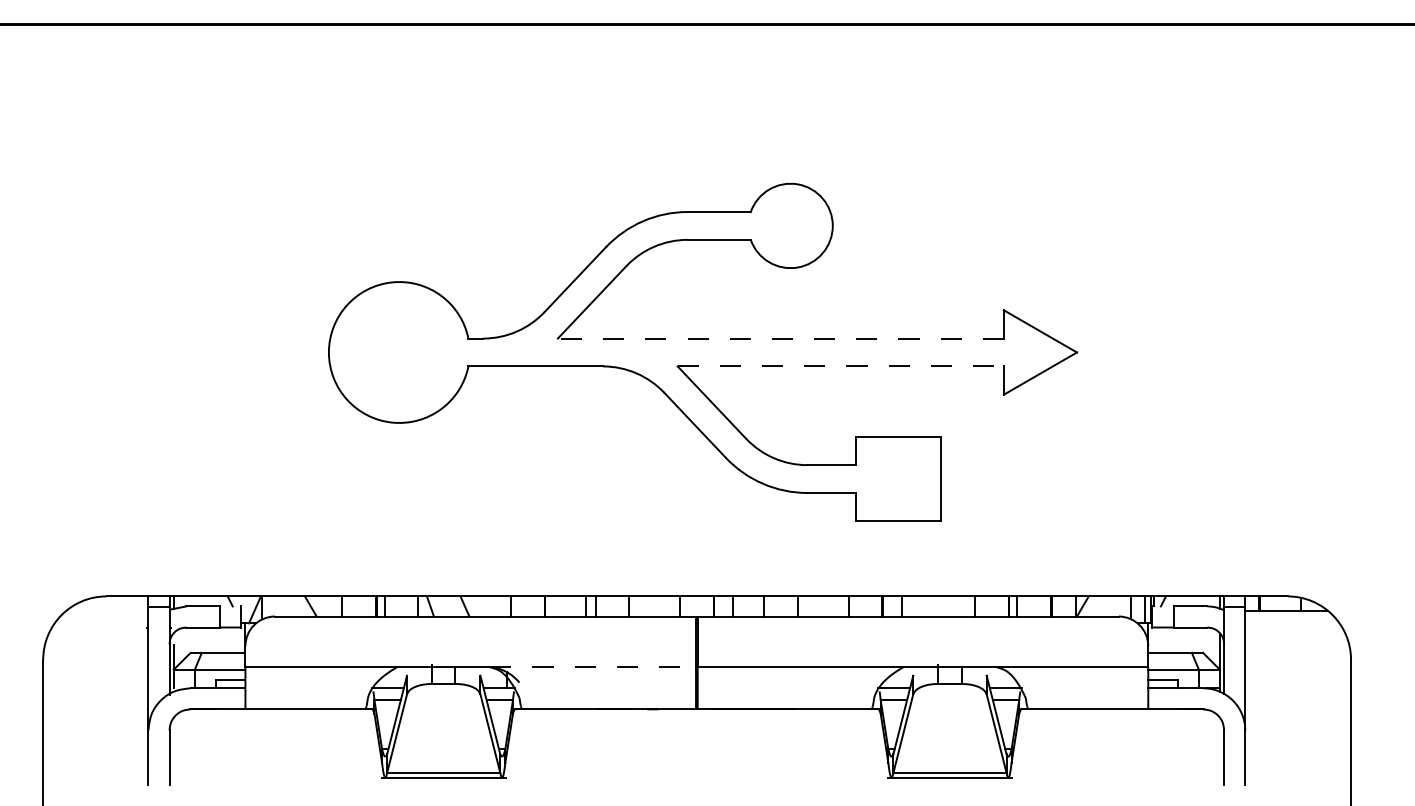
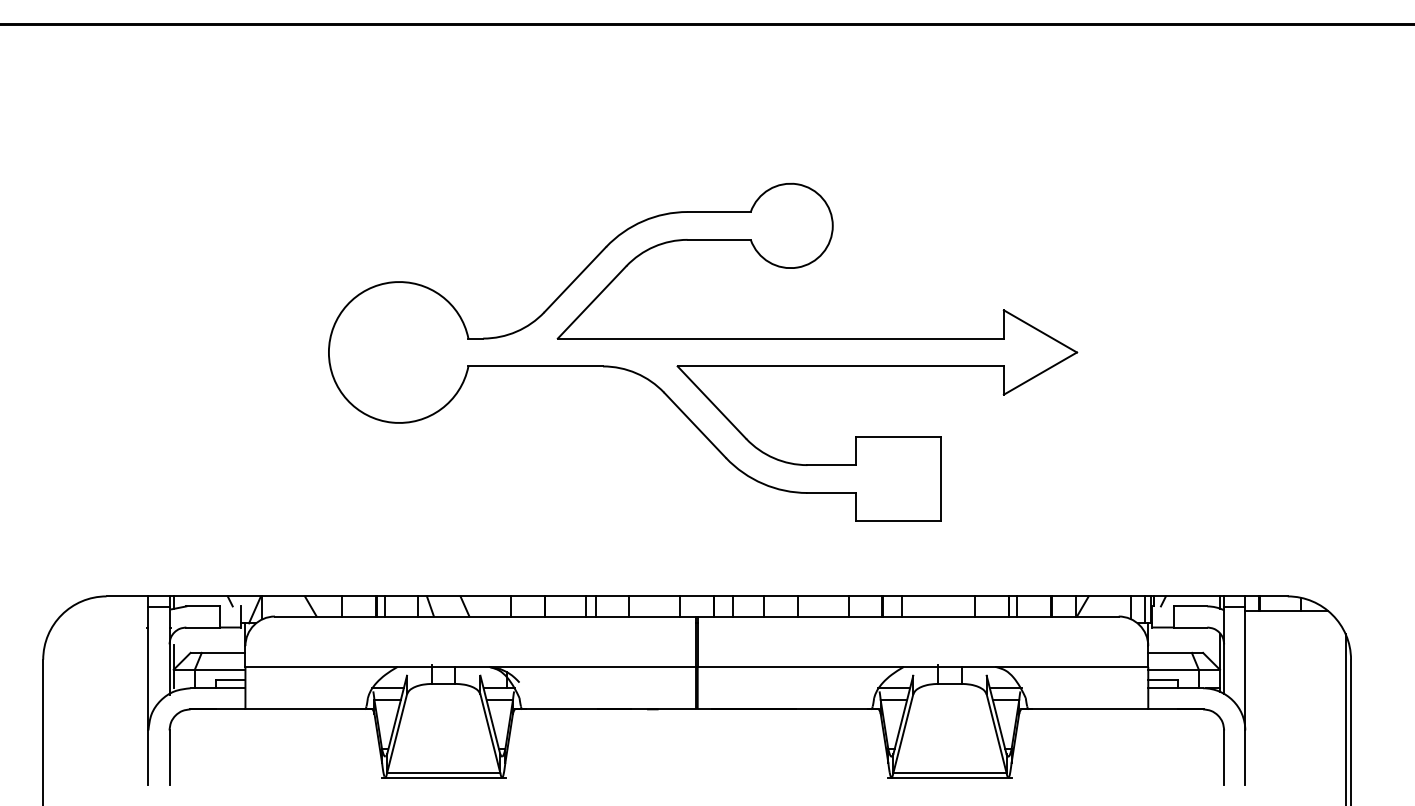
line at (780, 338): dashed -> solid
line at (841, 366): dashed -> solid
line at (593, 667): dashed -> solid
line at (1345, 718): none -> present
